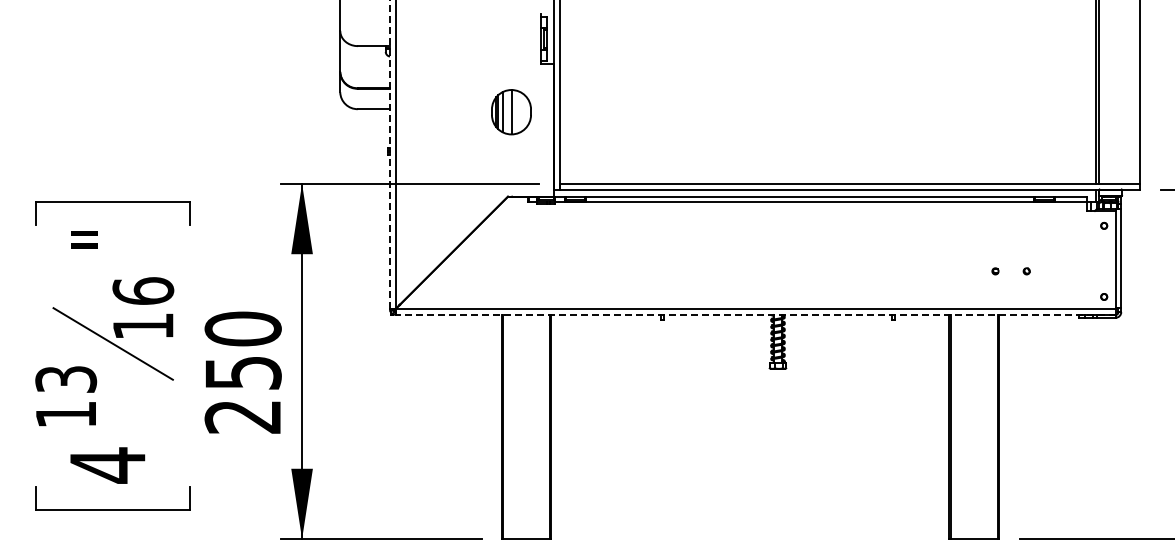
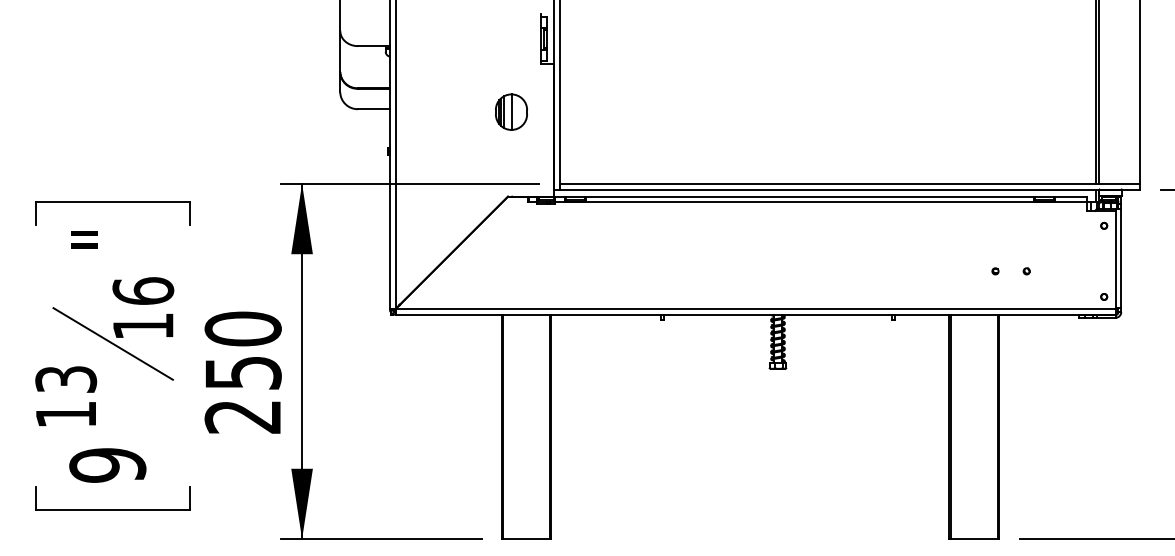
part at (511, 112) size: 41x47 px -> 33x38 px
line at (389, 154): dashed -> solid
line at (755, 314): dashed -> solid
text at (107, 465): 4 -> 9
